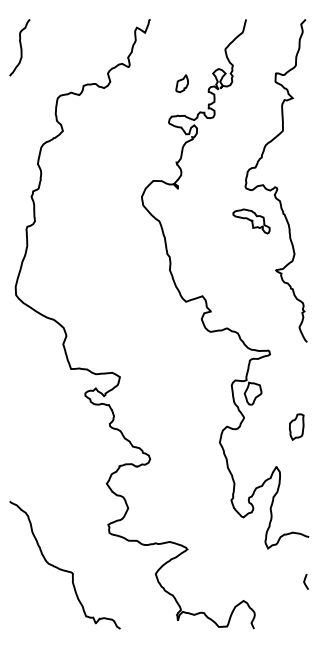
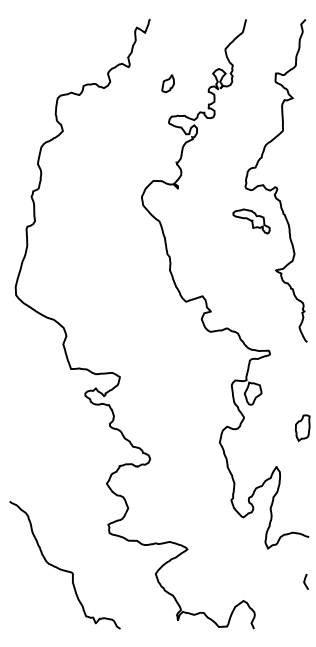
curve at (20, 47): present -> none
part at (181, 83) position: (181, 83) -> (167, 83)
part at (296, 426) position: (296, 426) -> (302, 427)
